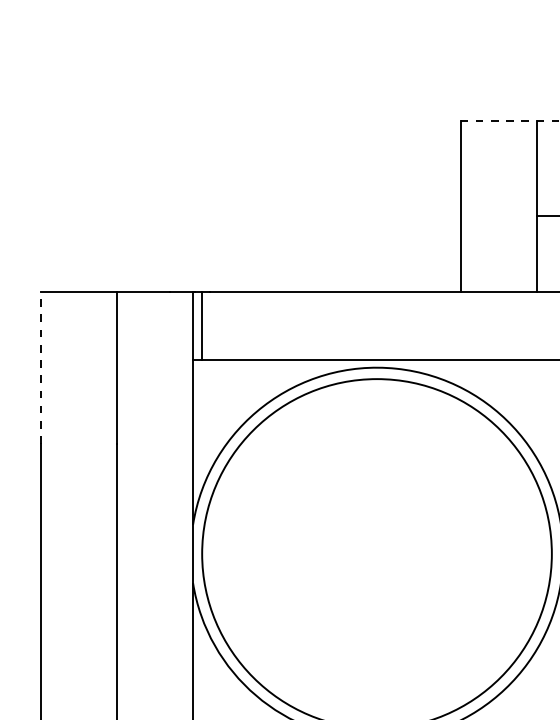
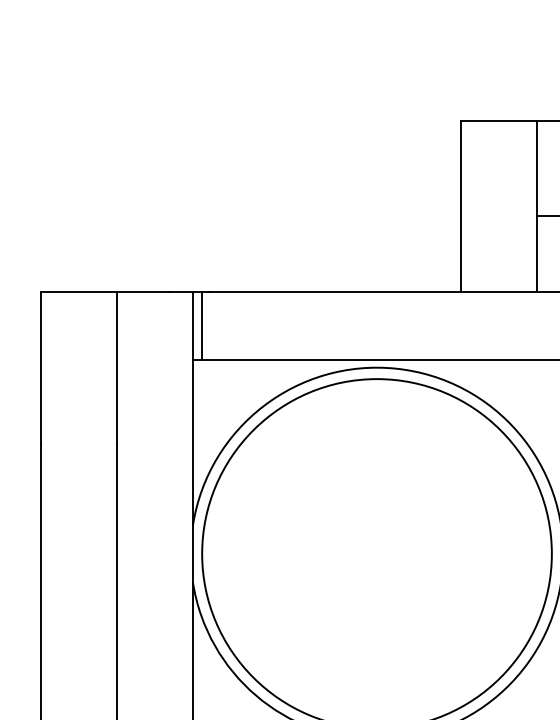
line at (510, 120): dashed -> solid
line at (41, 367): dashed -> solid
